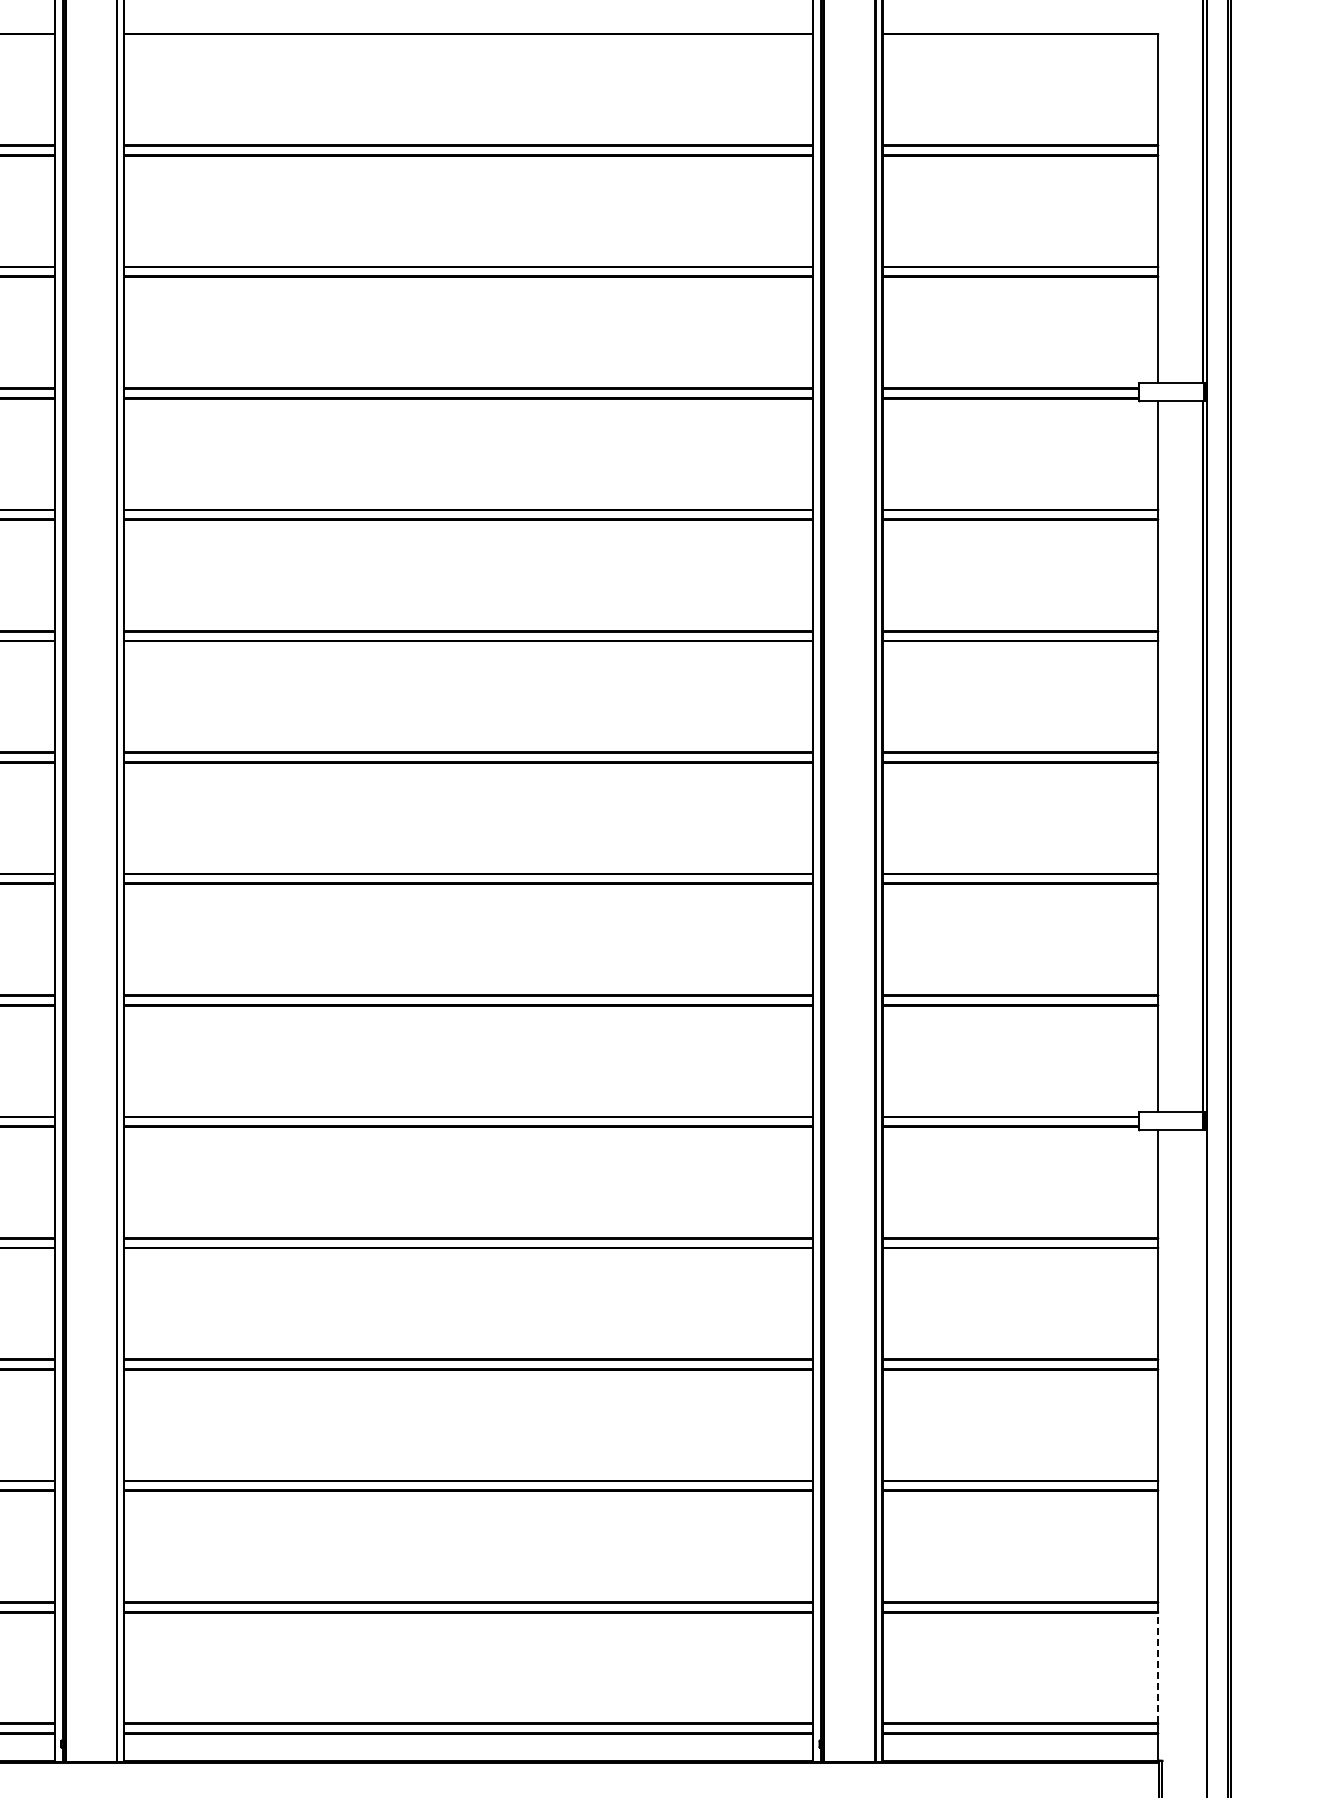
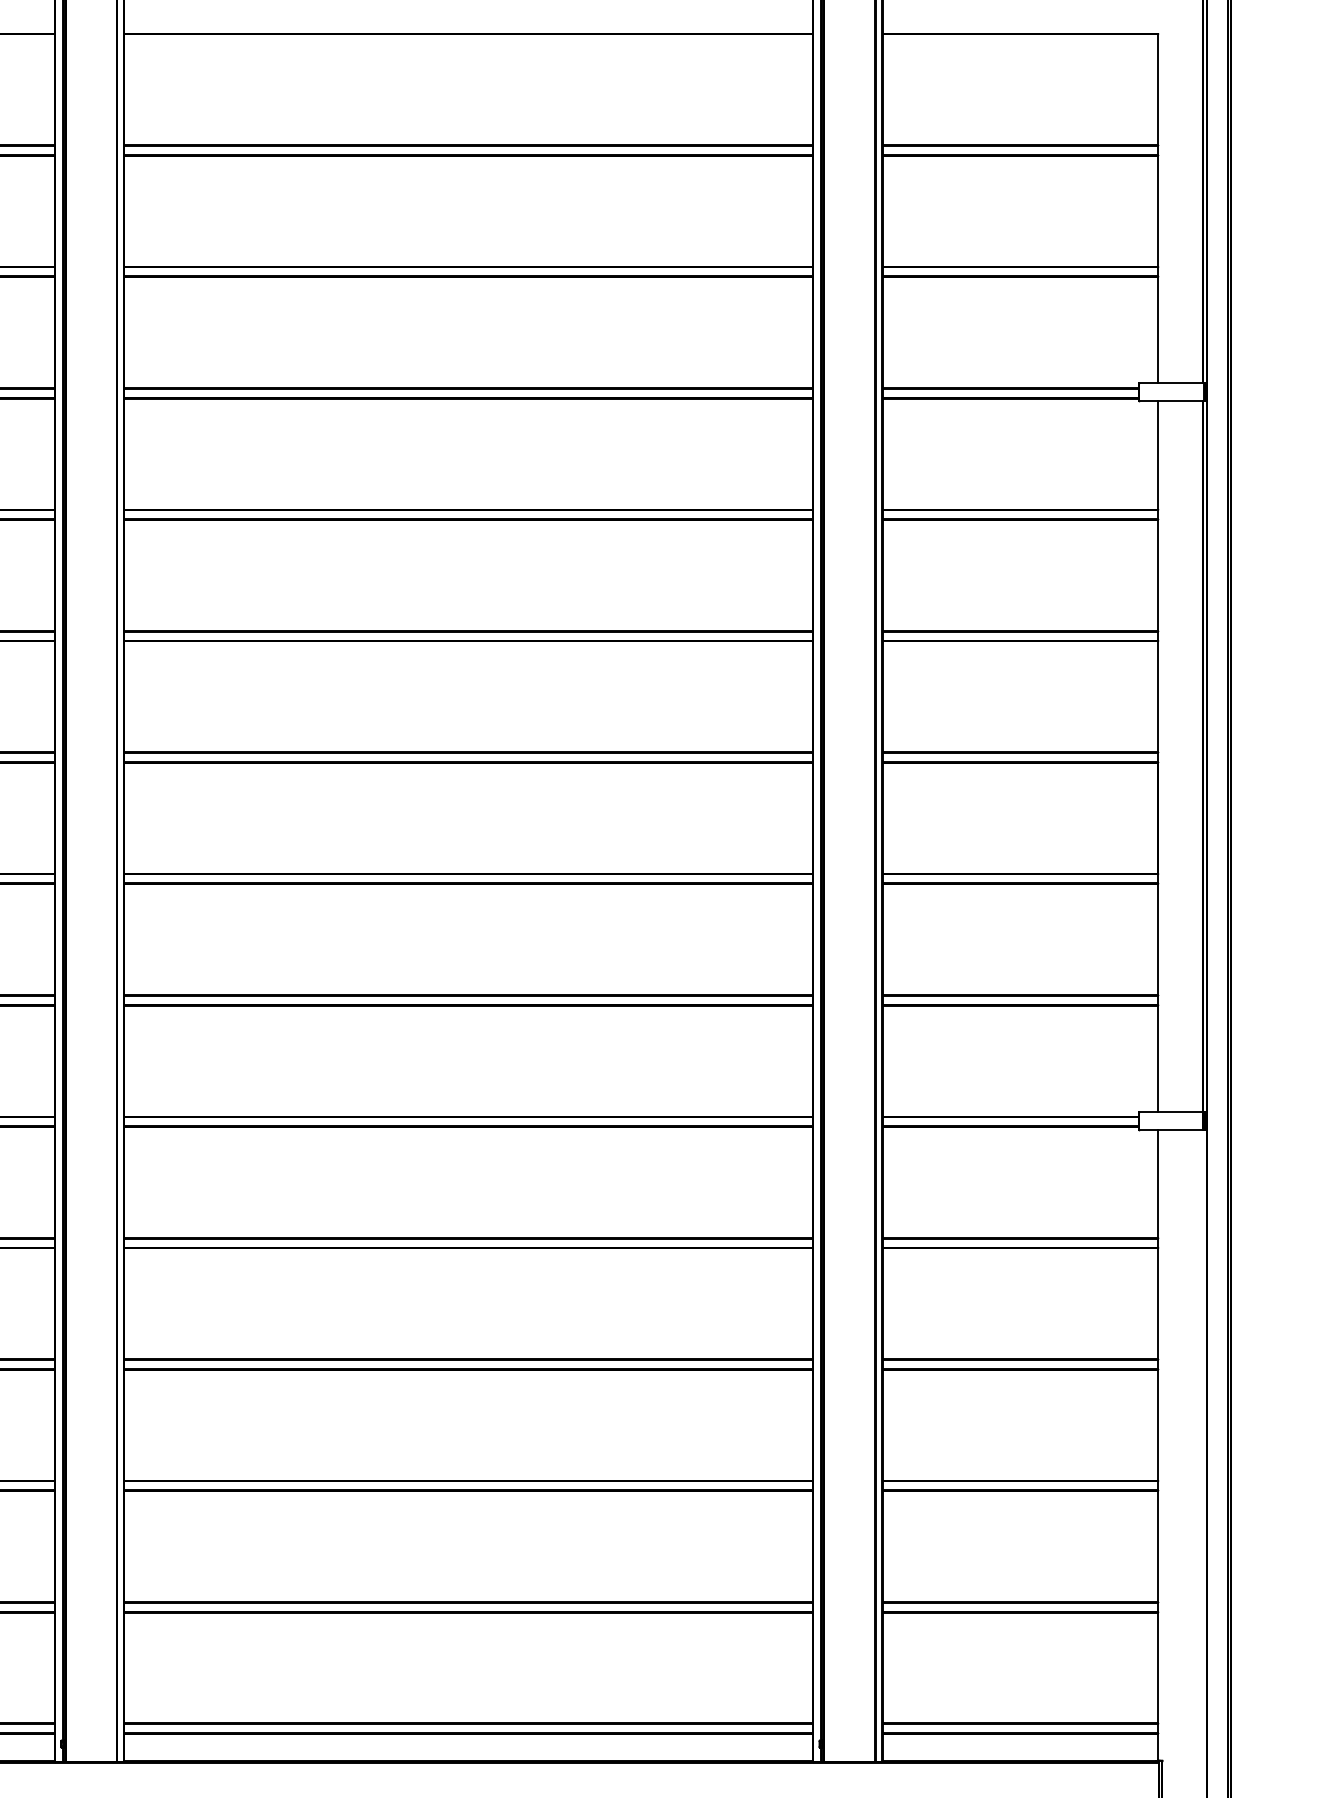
line at (1157, 1667): dashed -> solid
